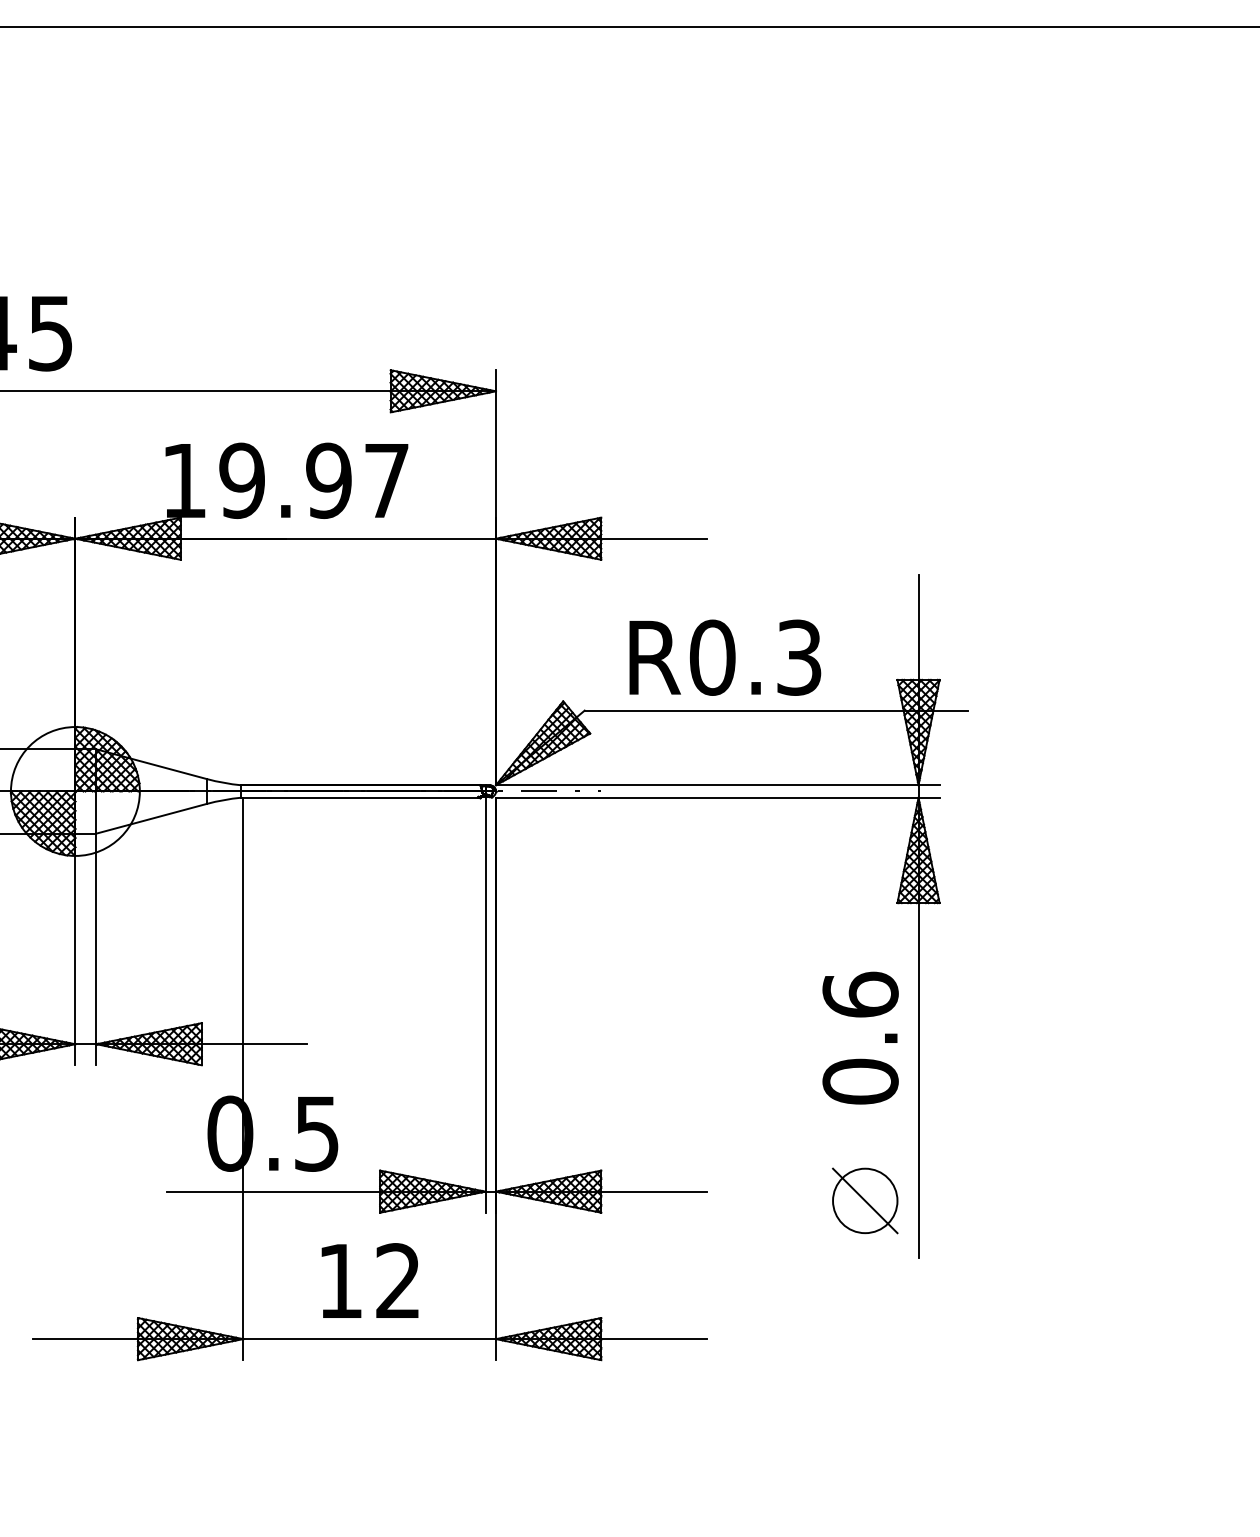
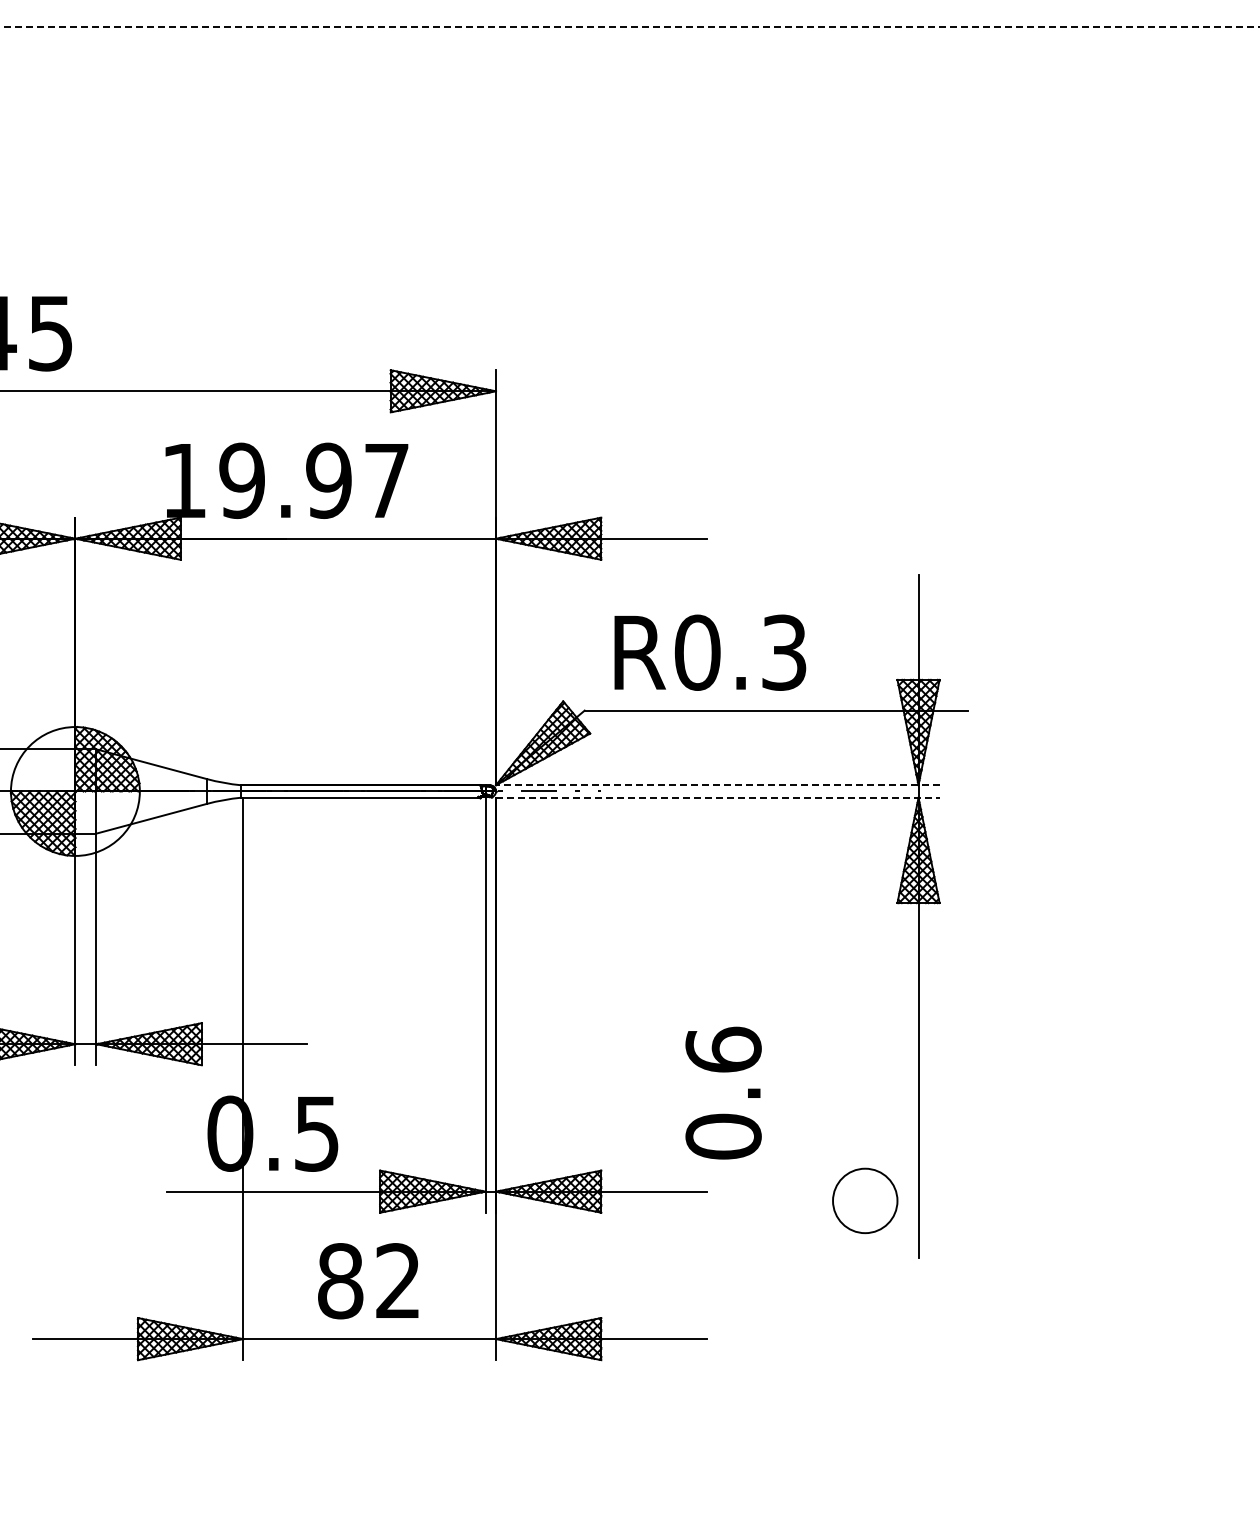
line at (629, 26): solid -> dashed
text at (725, 657) position: (725, 657) -> (710, 652)
line at (717, 785): solid -> dashed
line at (717, 797): solid -> dashed
text at (860, 1037) position: (860, 1037) -> (723, 1092)
line at (865, 1200): present -> none
text at (340, 1281): 12 -> 82
